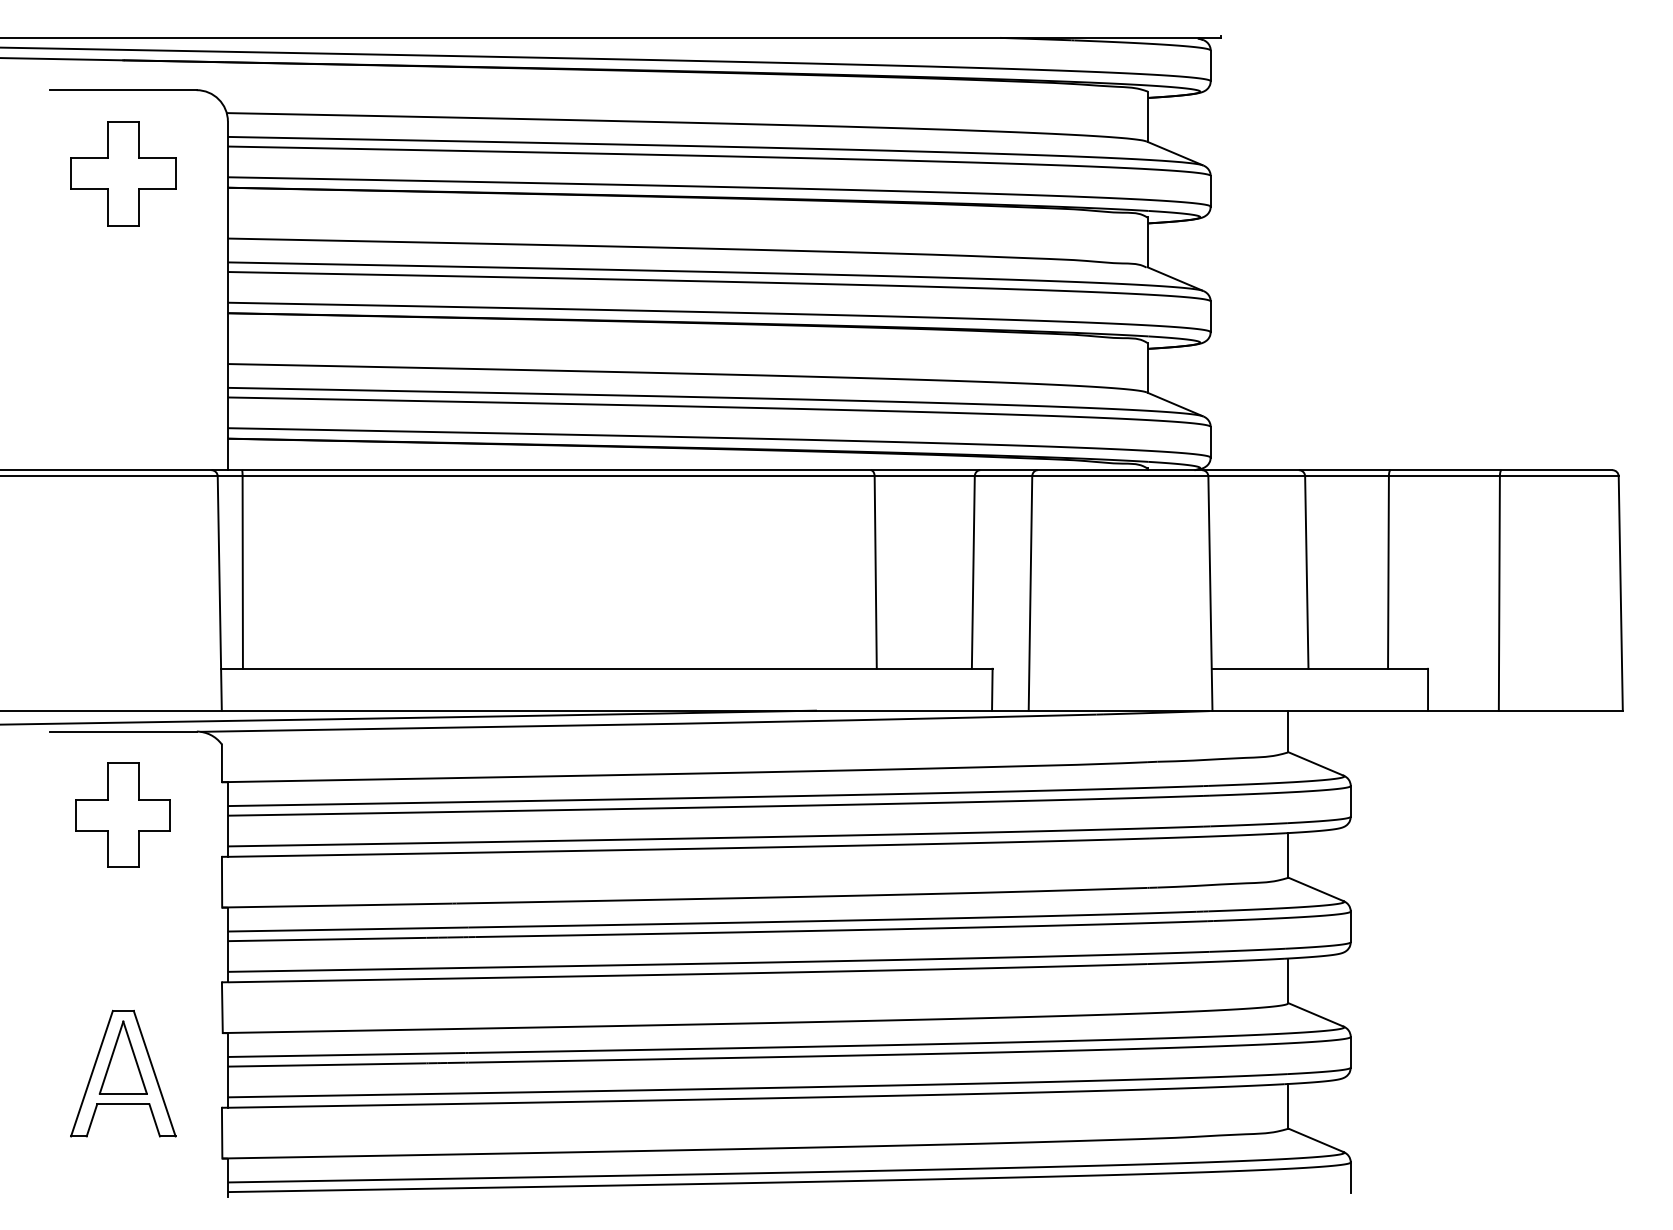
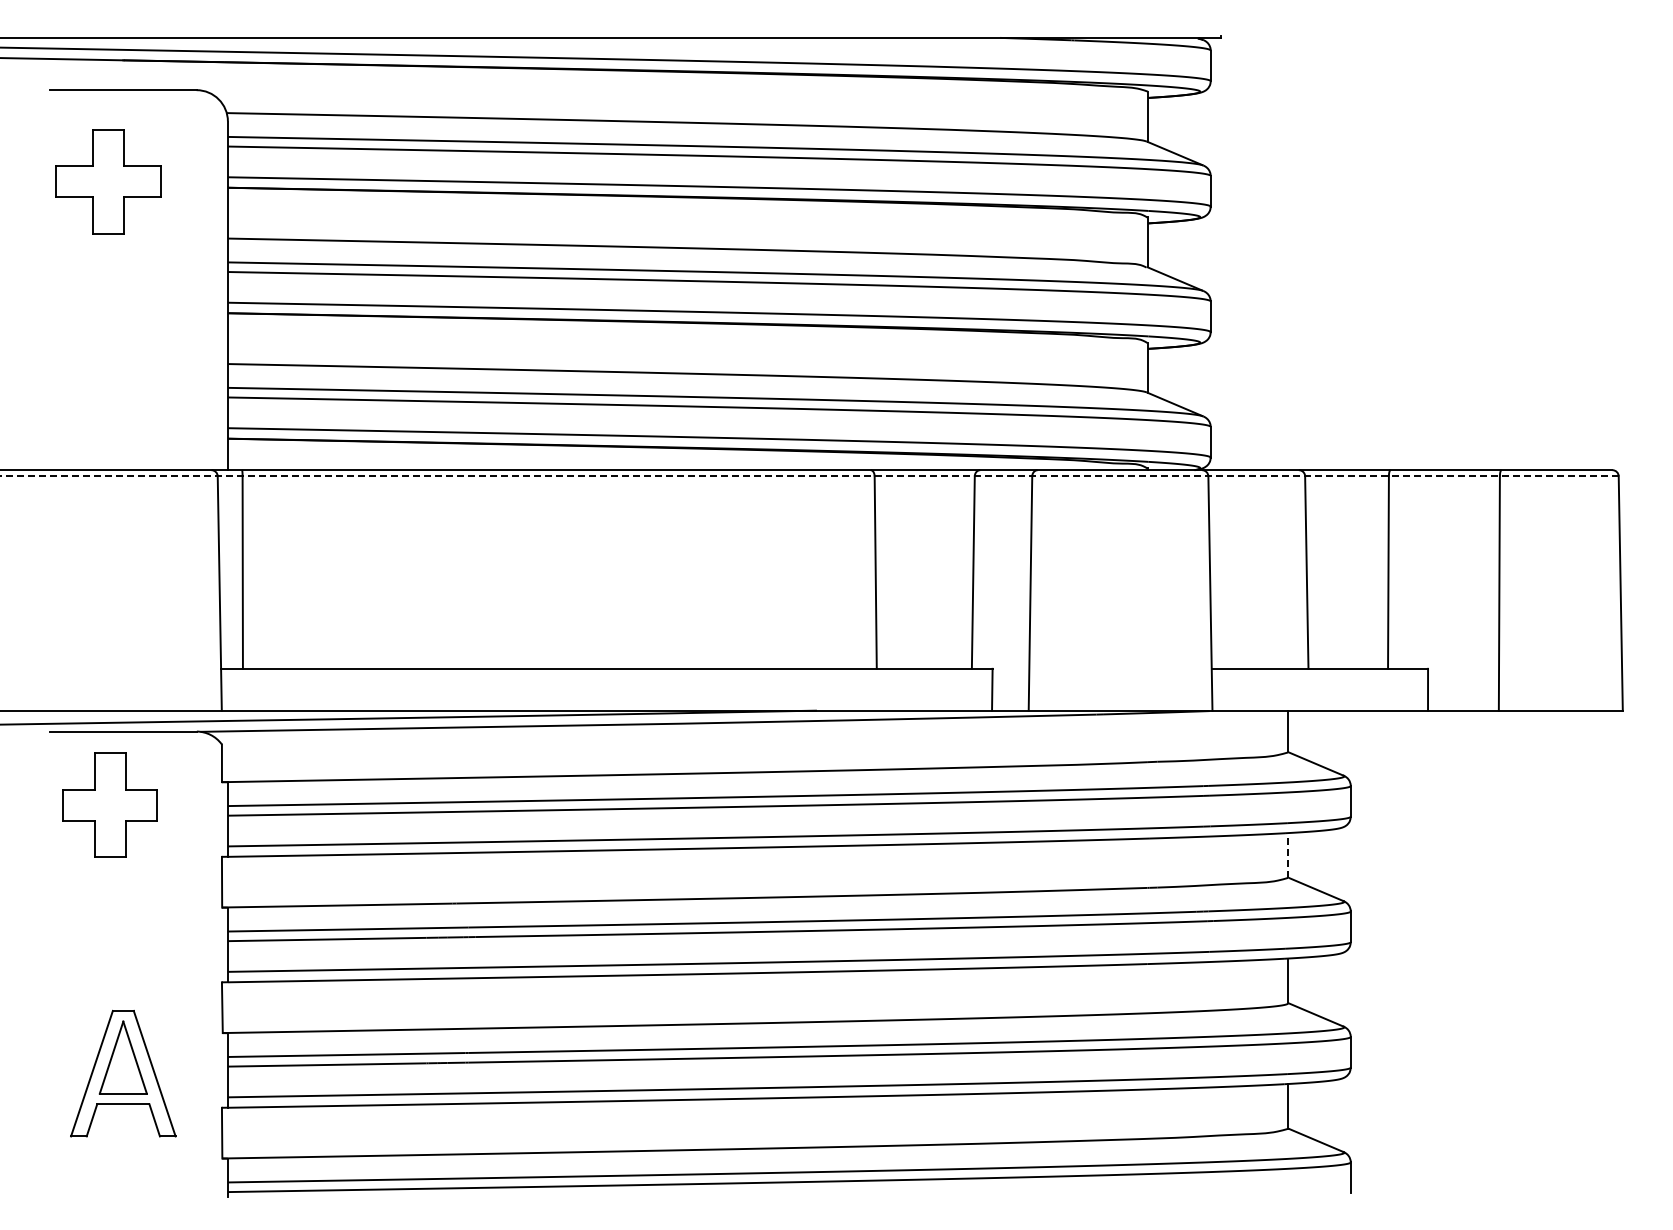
part at (123, 173) position: (123, 173) -> (108, 181)
line at (809, 476): solid -> dashed
part at (122, 814) position: (122, 814) -> (109, 804)
line at (1288, 855): solid -> dashed
